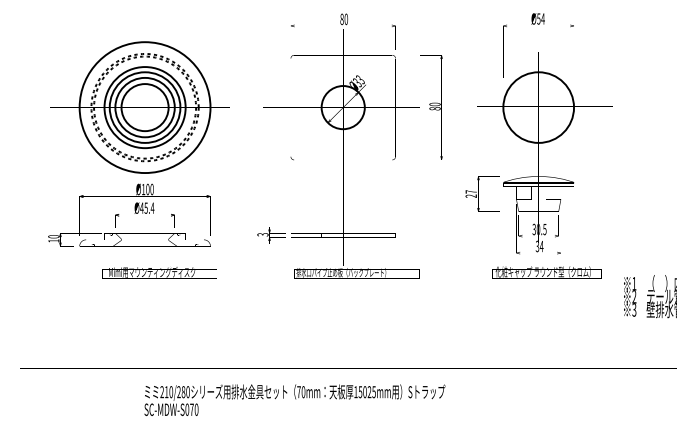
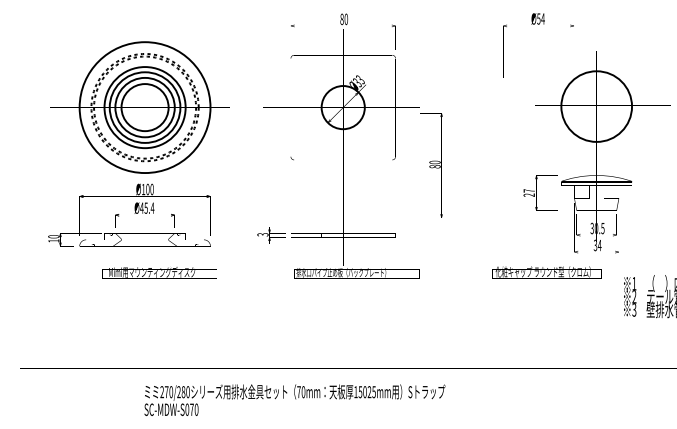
text at (431, 107) position: (431, 107) -> (431, 165)
part at (538, 153) position: (538, 153) -> (596, 152)
text at (166, 392): 210/280 -> 270/280
